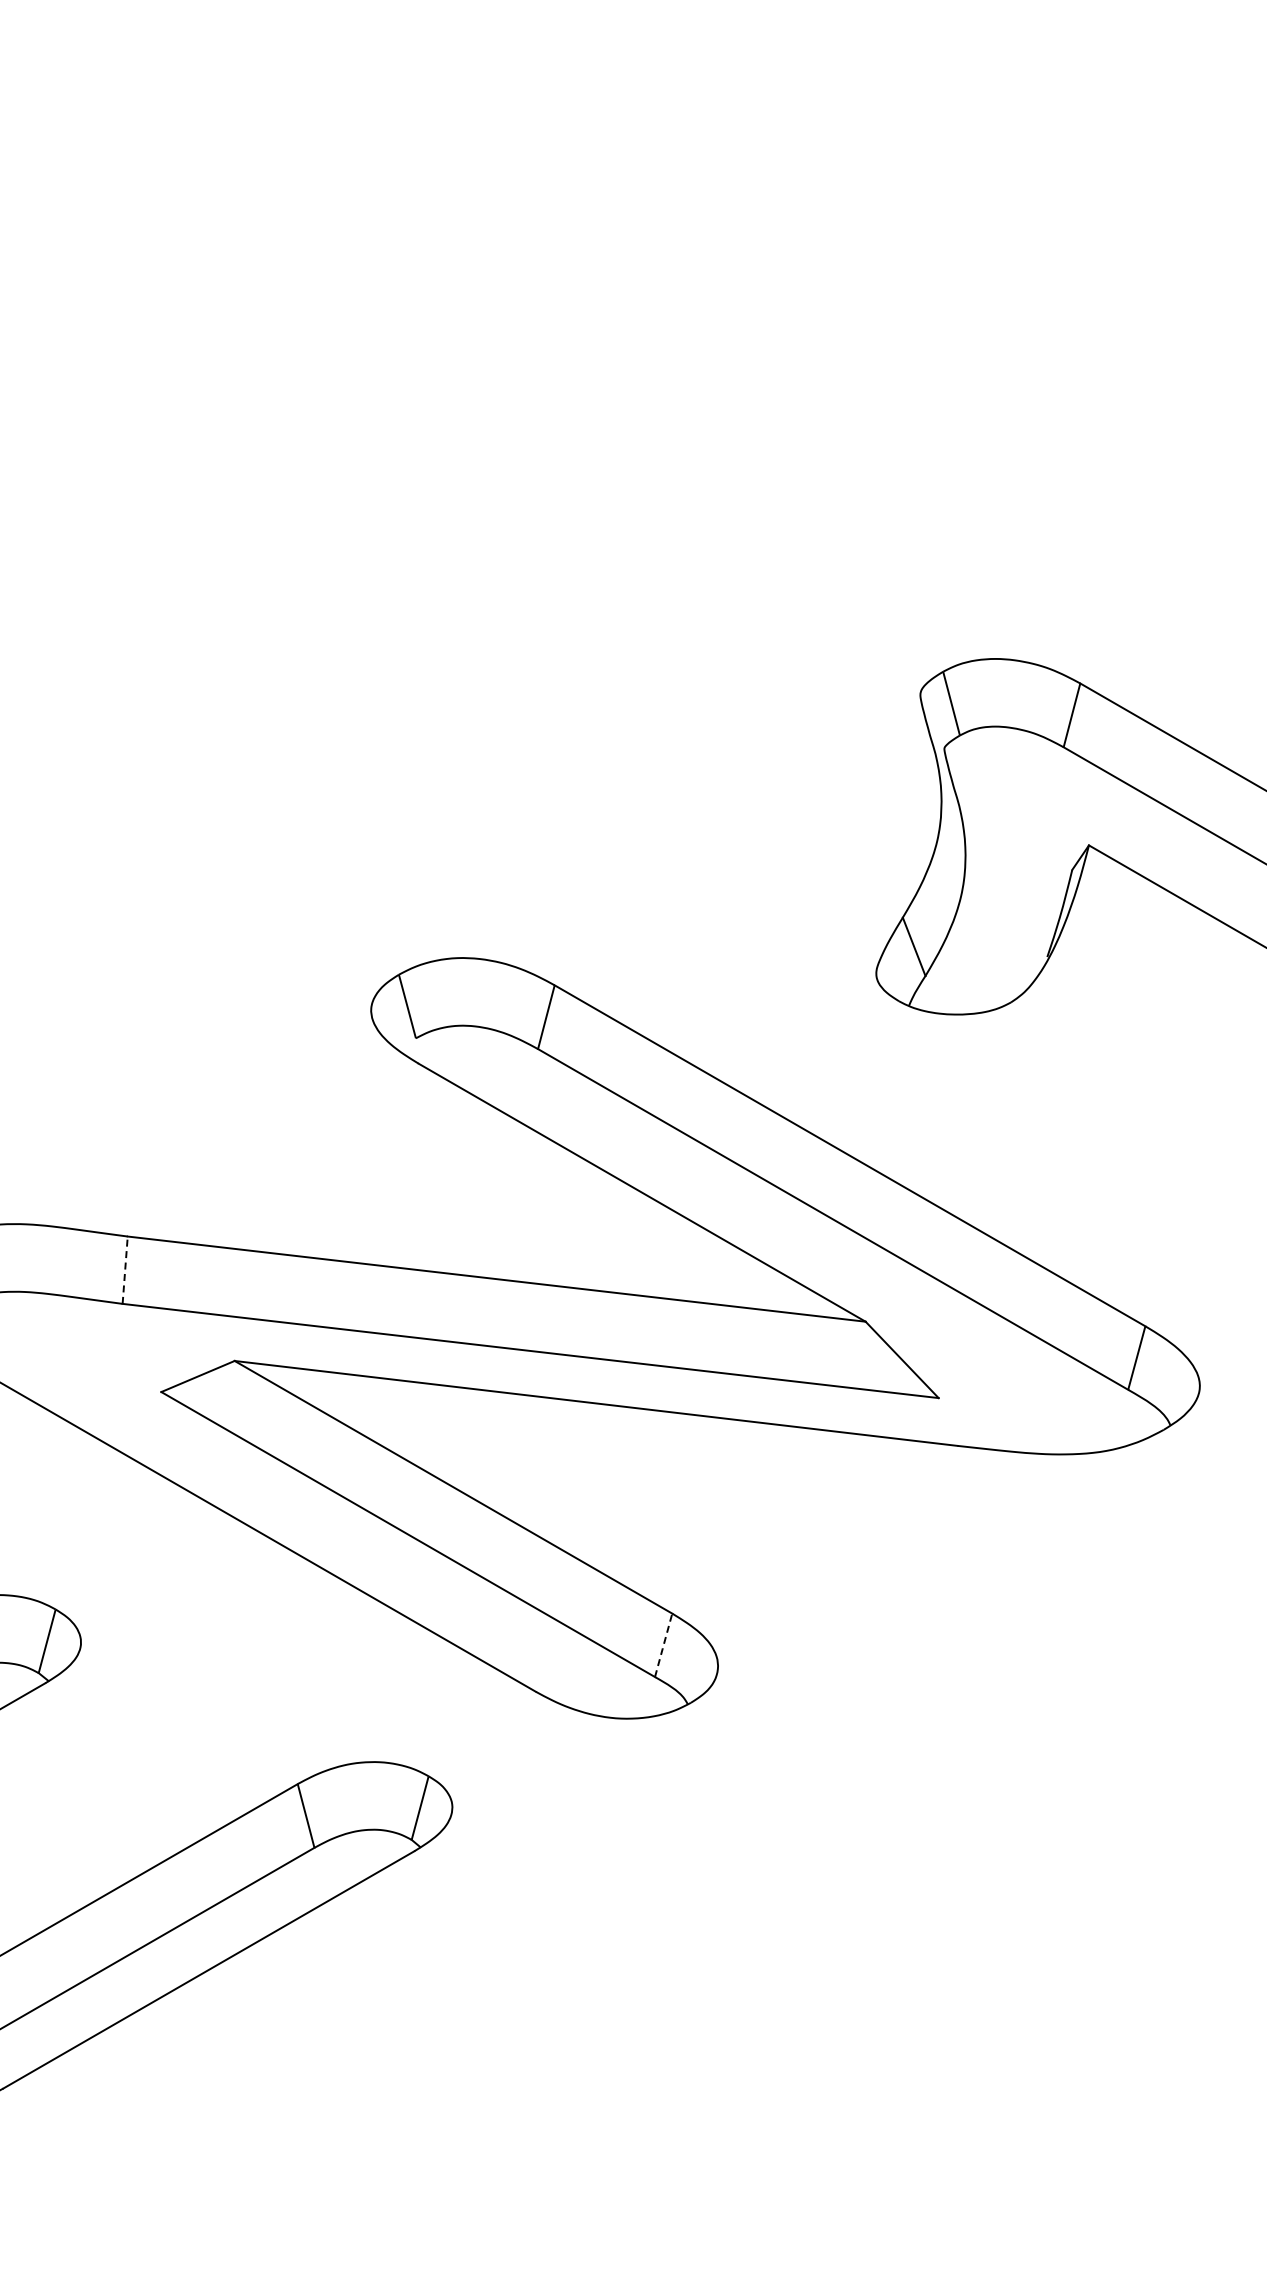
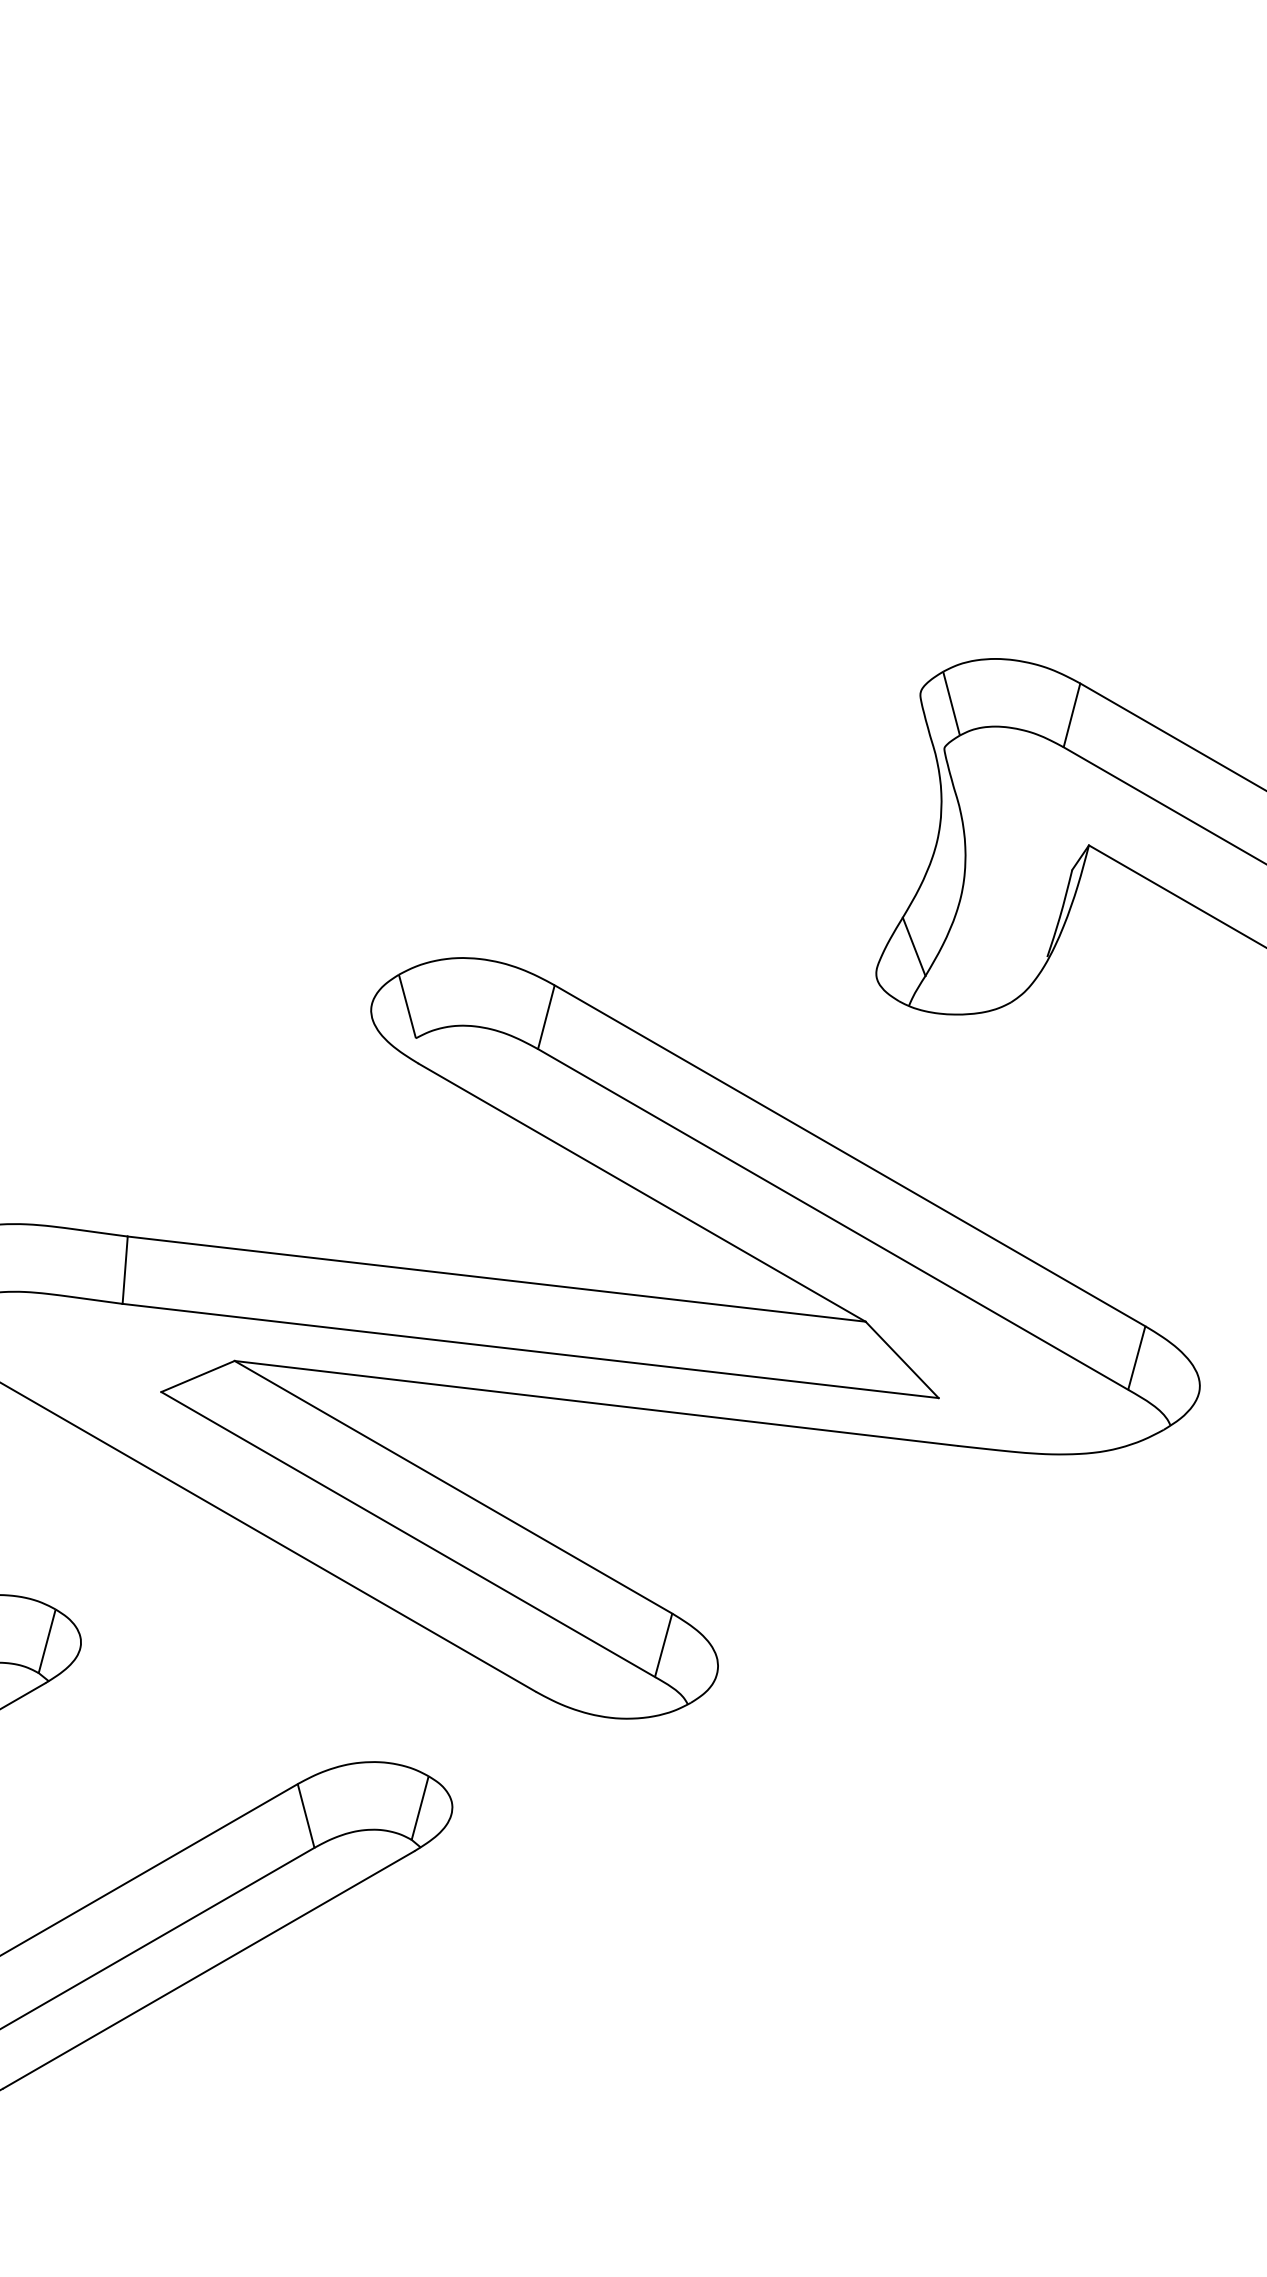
line at (125, 1270): dashed -> solid
line at (663, 1645): dashed -> solid
